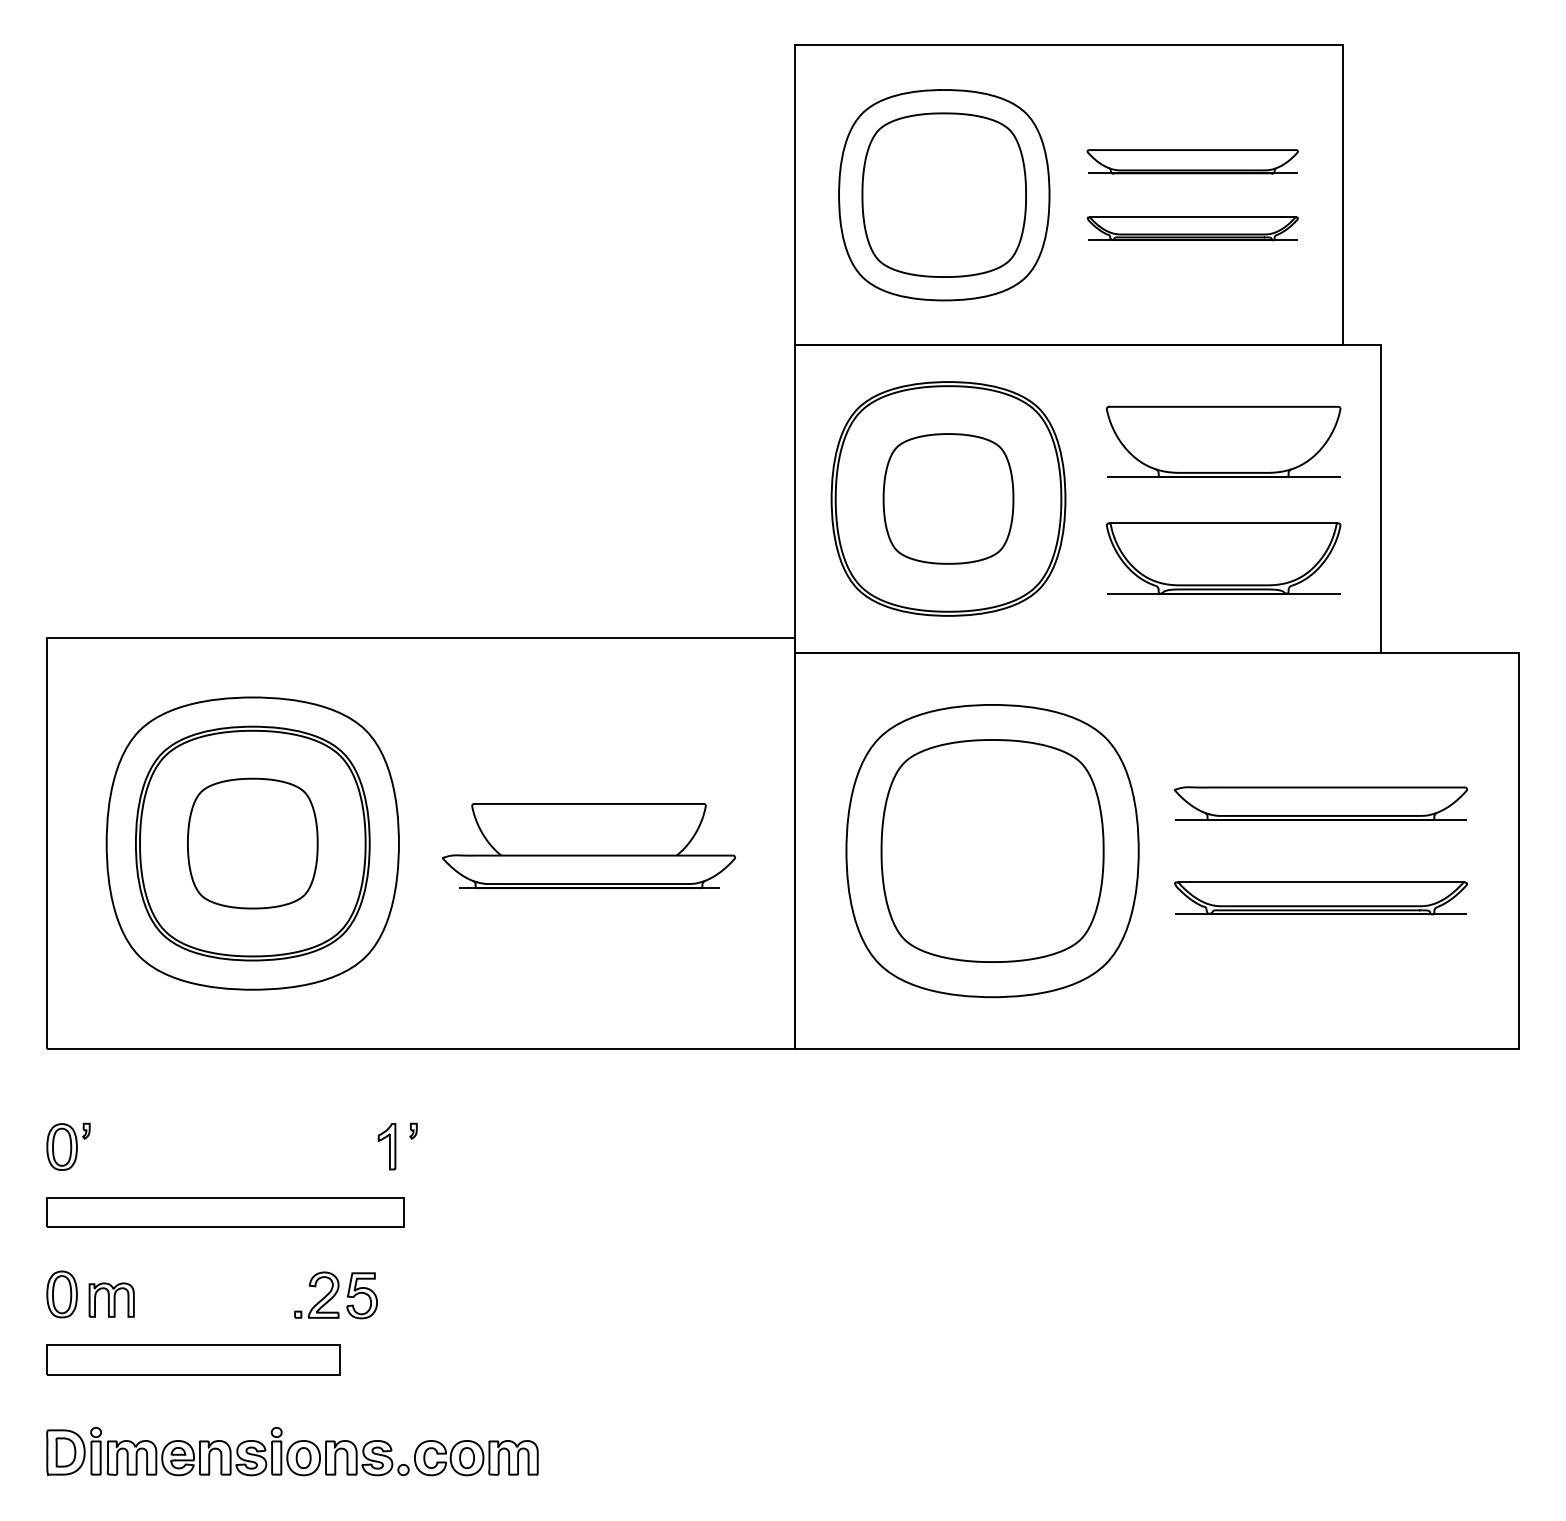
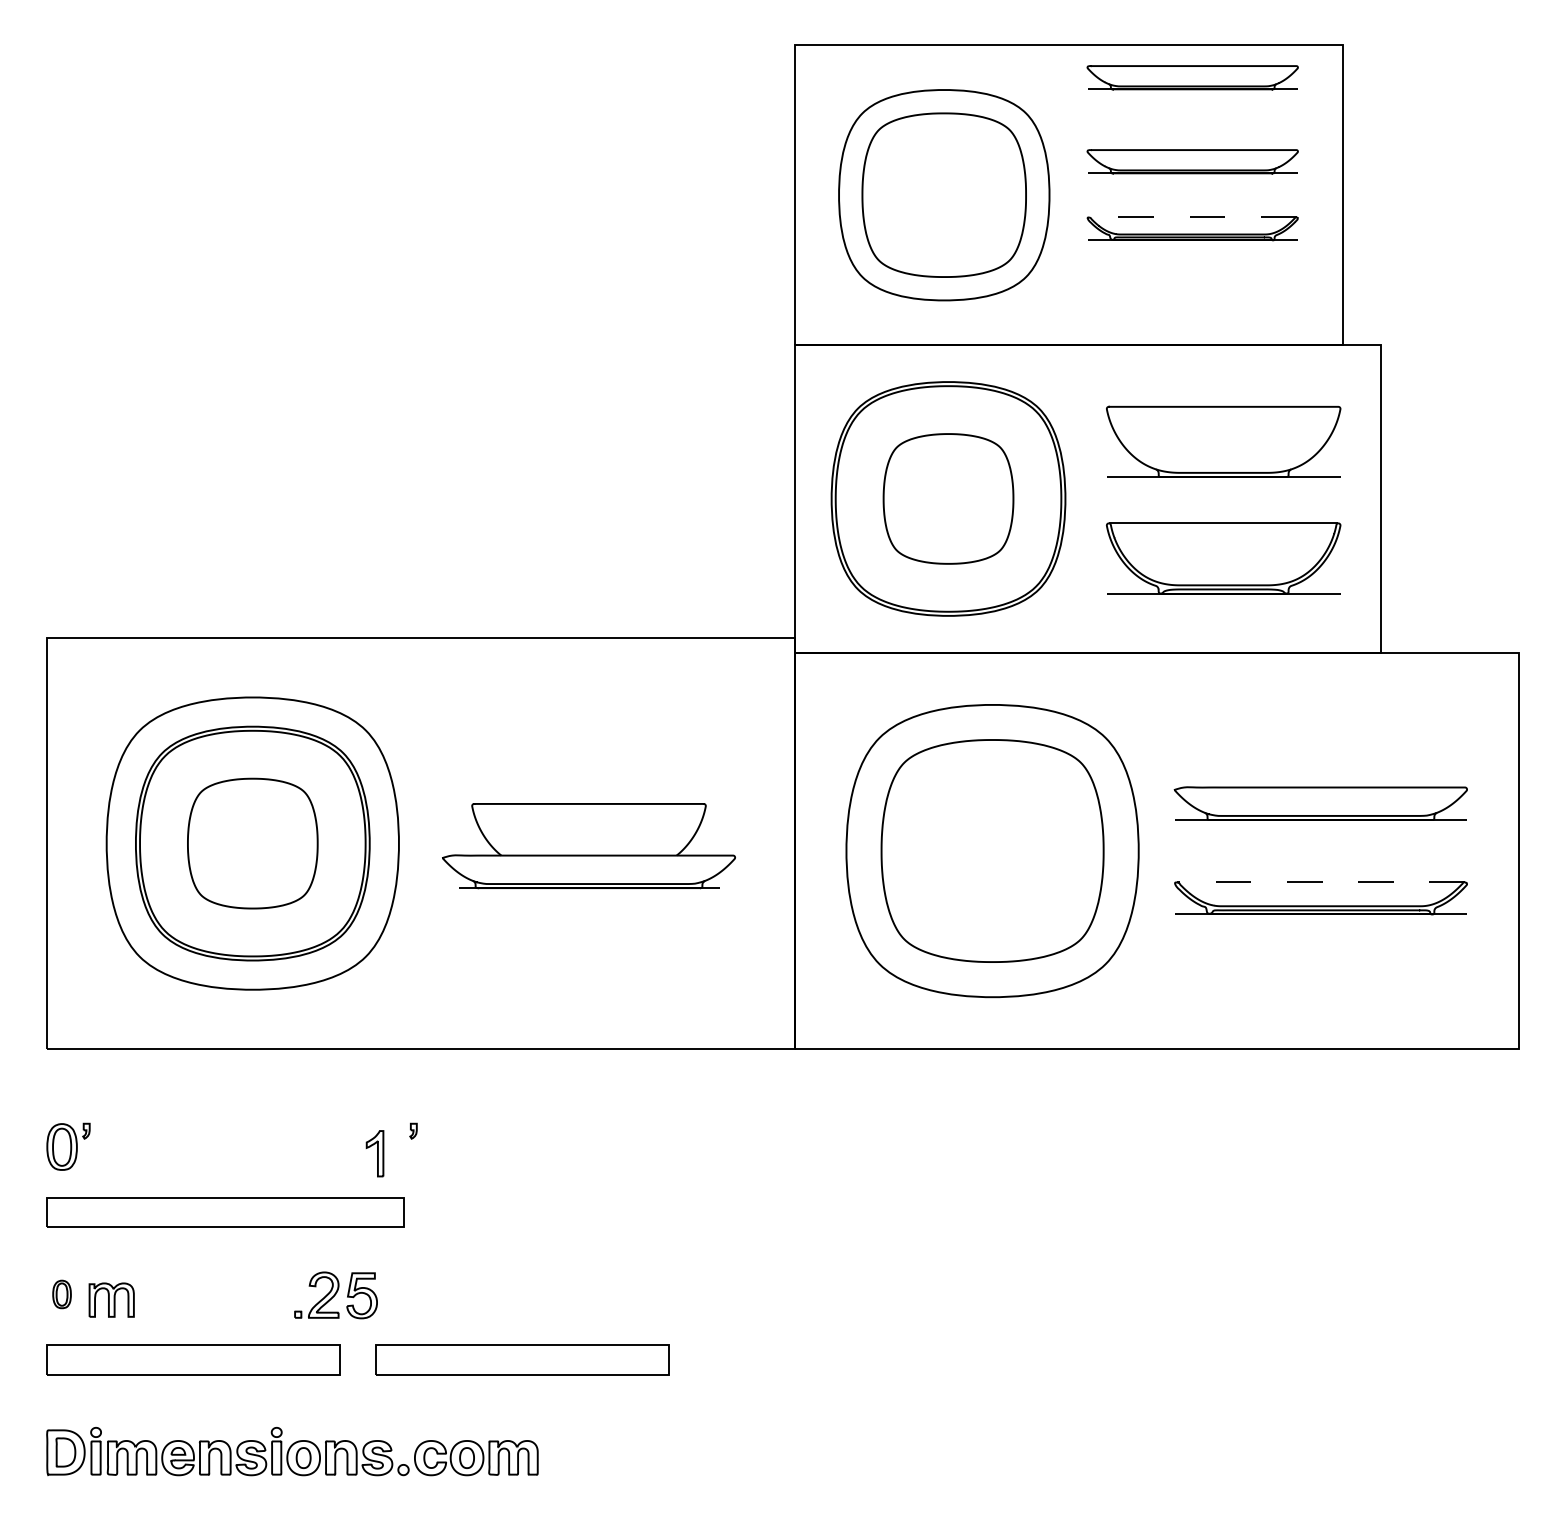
part at (1192, 77): none -> present
line at (1192, 217): solid -> dashed
line at (1320, 881): solid -> dashed
part at (386, 1146) position: (386, 1146) -> (374, 1153)
part at (61, 1294) size: 32x49 px -> 20x31 px
part at (522, 1359): none -> present
